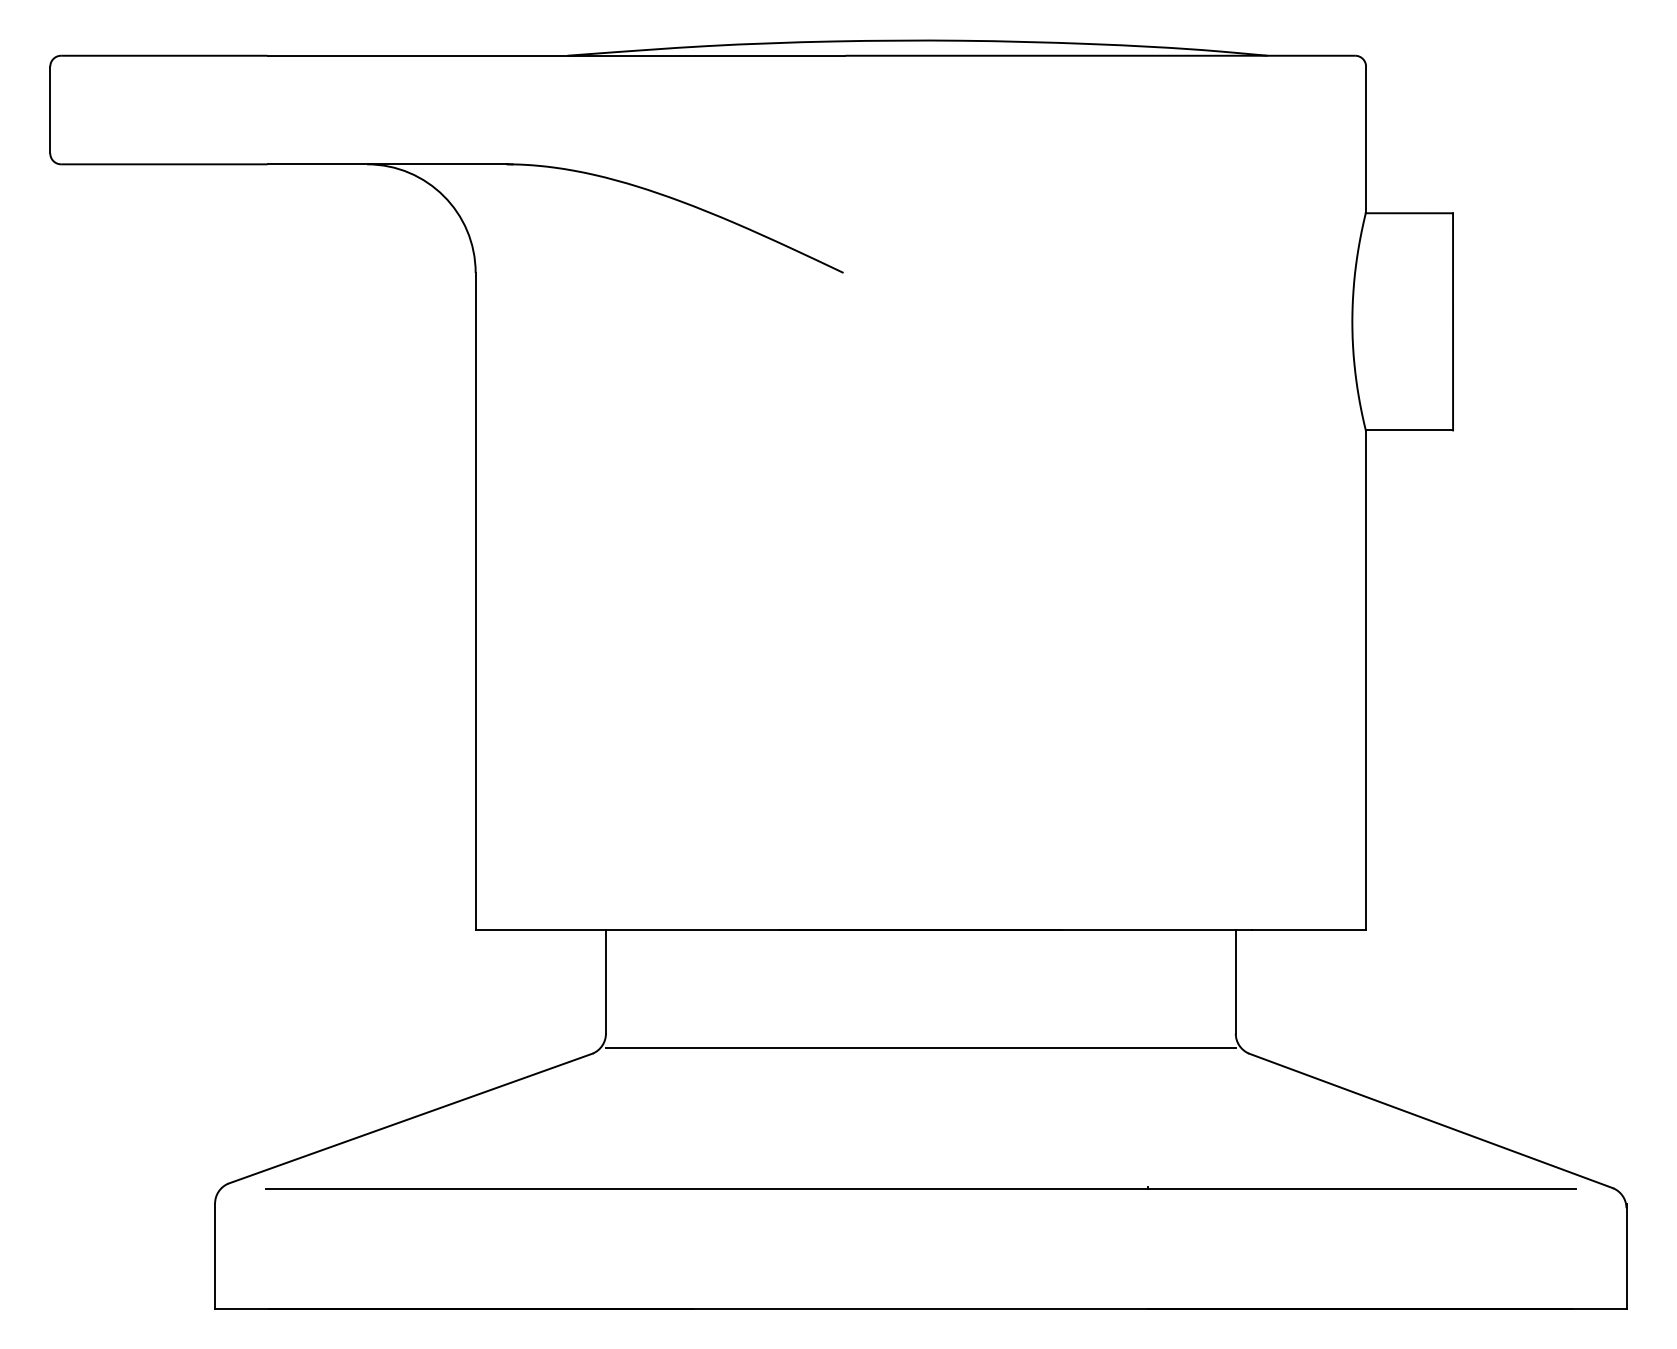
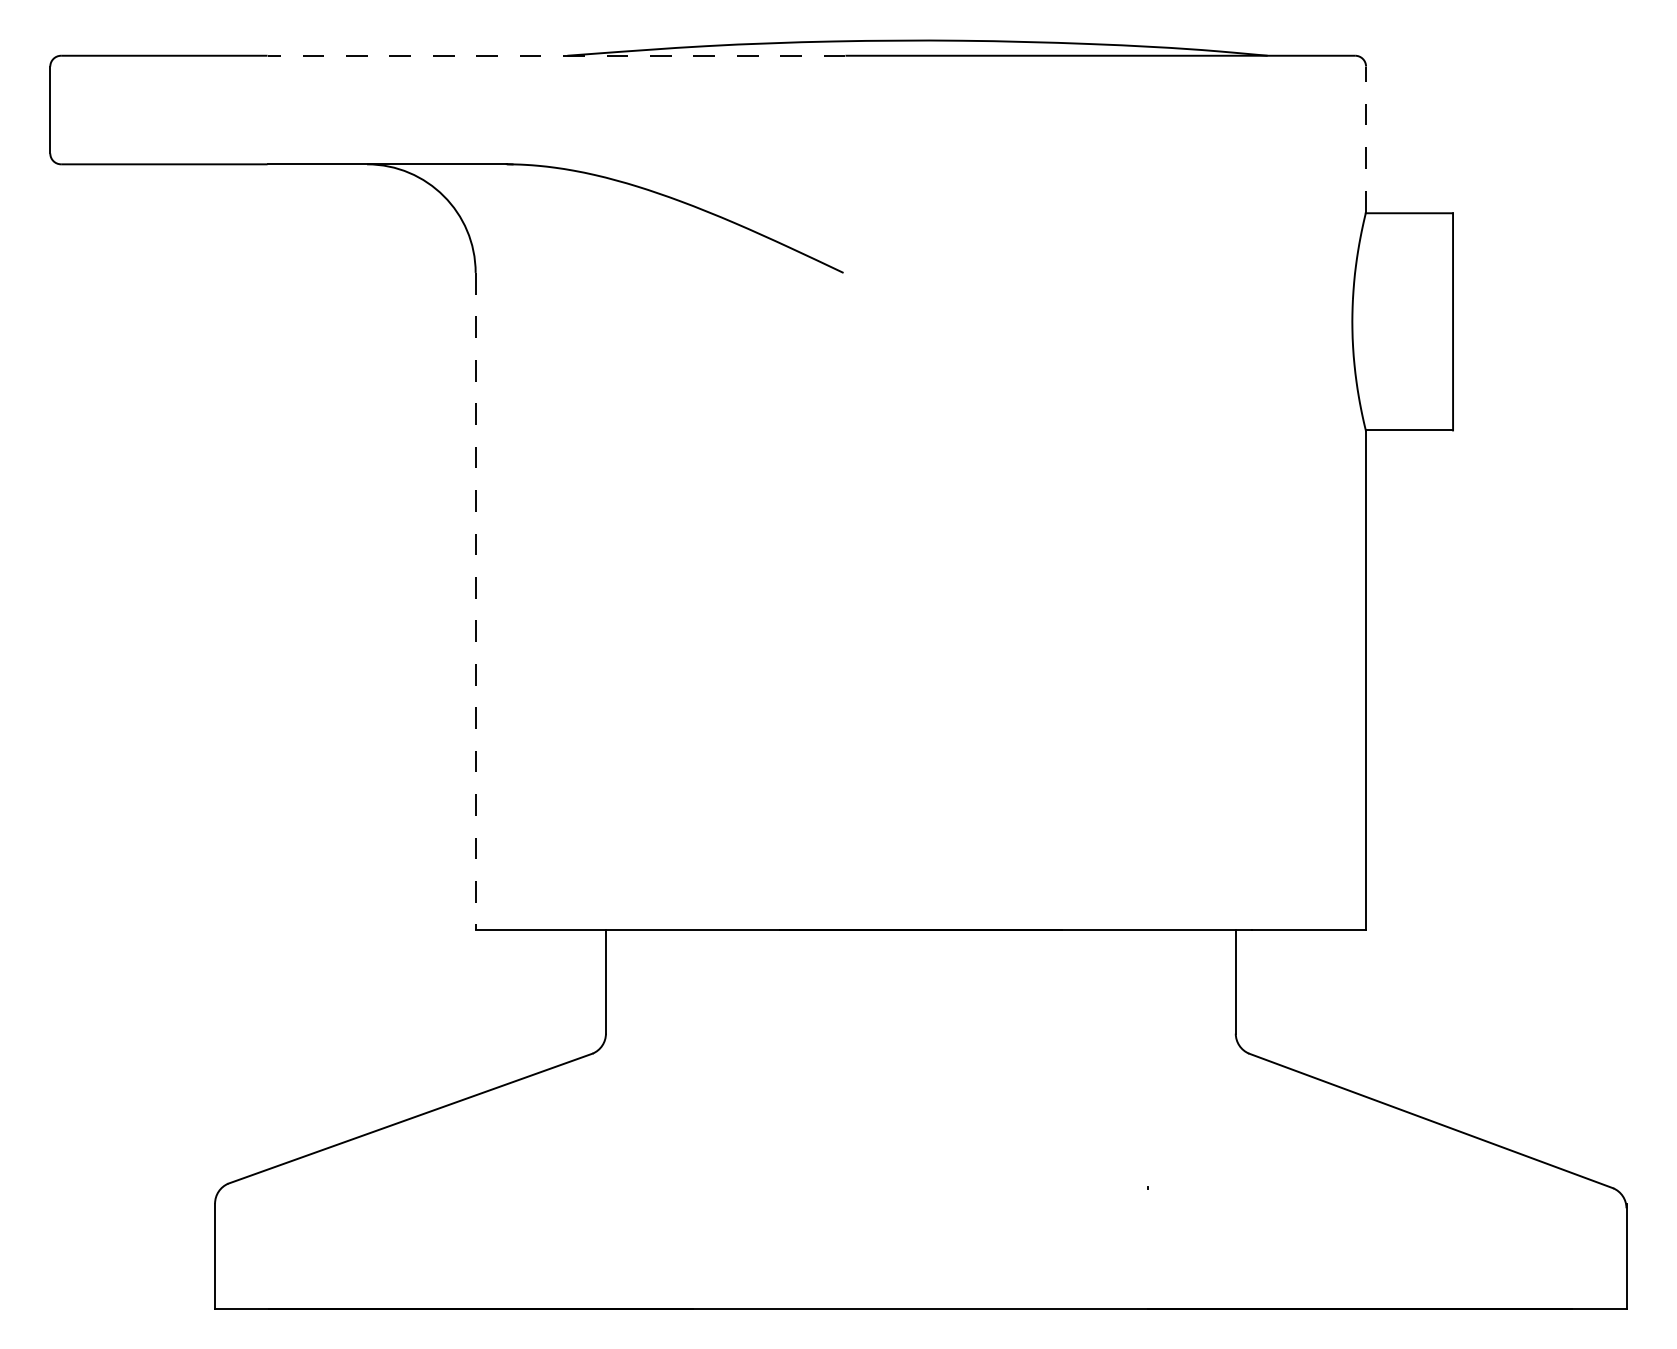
line at (556, 55): solid -> dashed
line at (1366, 139): solid -> dashed
line at (475, 601): solid -> dashed
line at (920, 1048): present -> none
line at (921, 1189): present -> none
